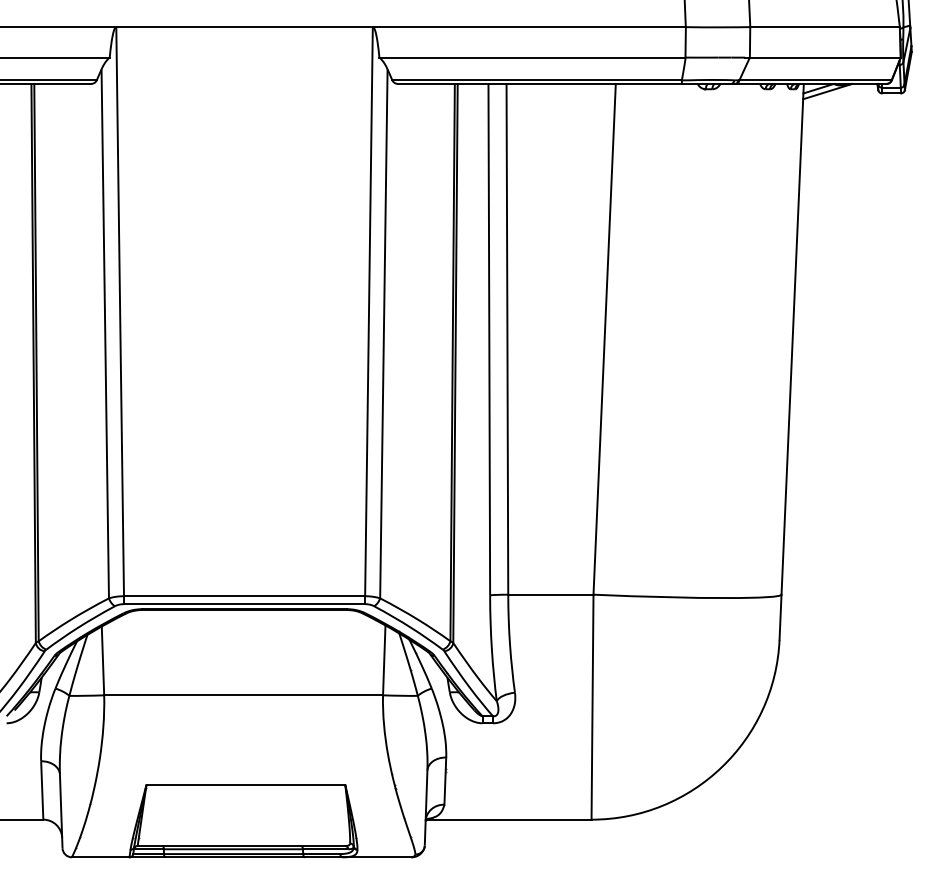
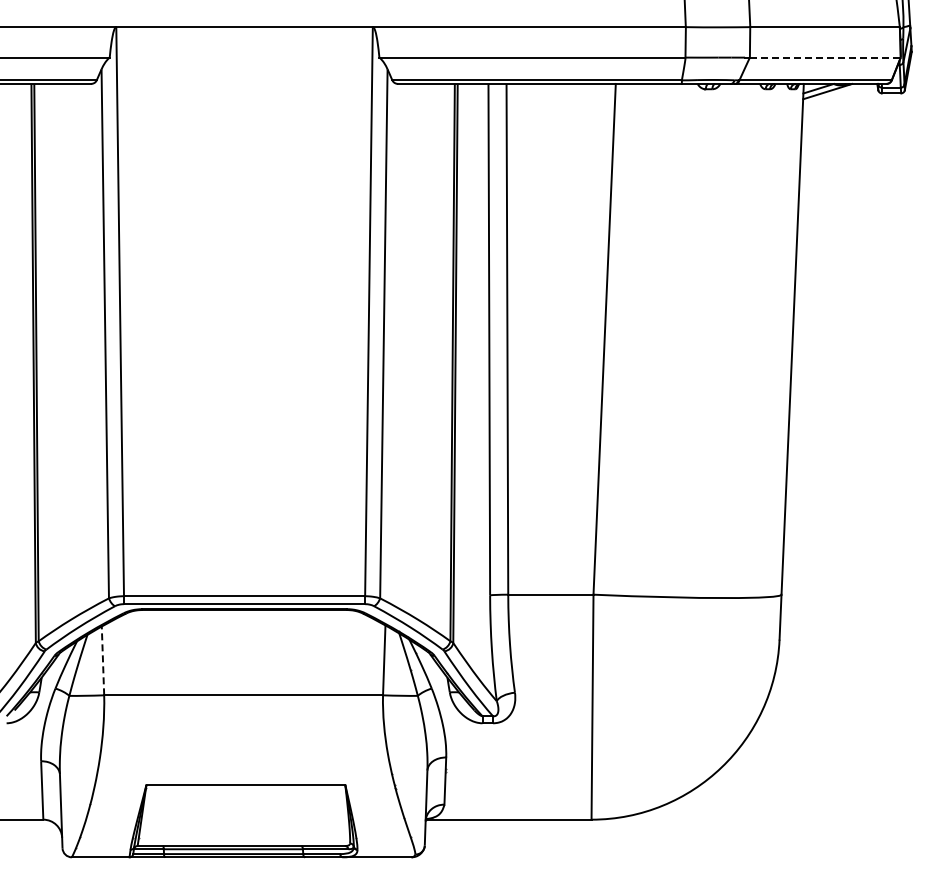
line at (825, 57): solid -> dashed
line at (102, 660): solid -> dashed
